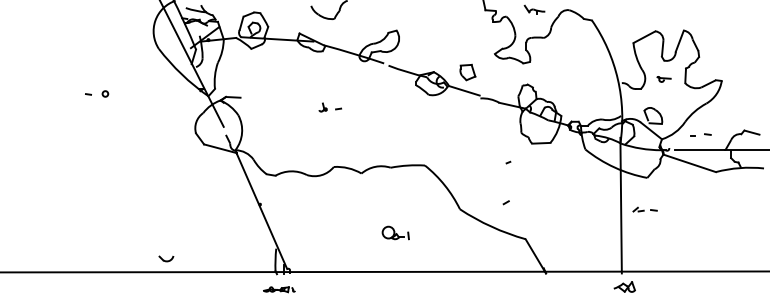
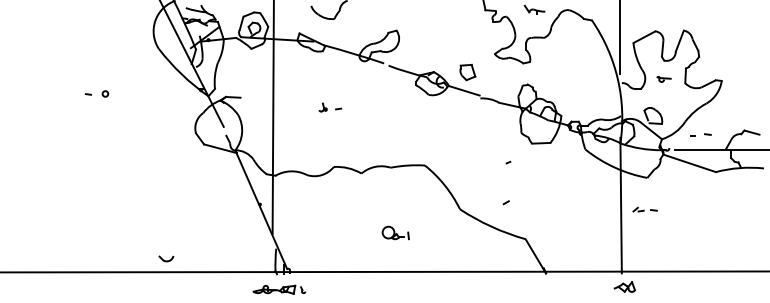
line at (619, 38): none -> present
line at (272, 118): none -> present
part at (279, 289) size: 33x8 px -> 55x11 px
